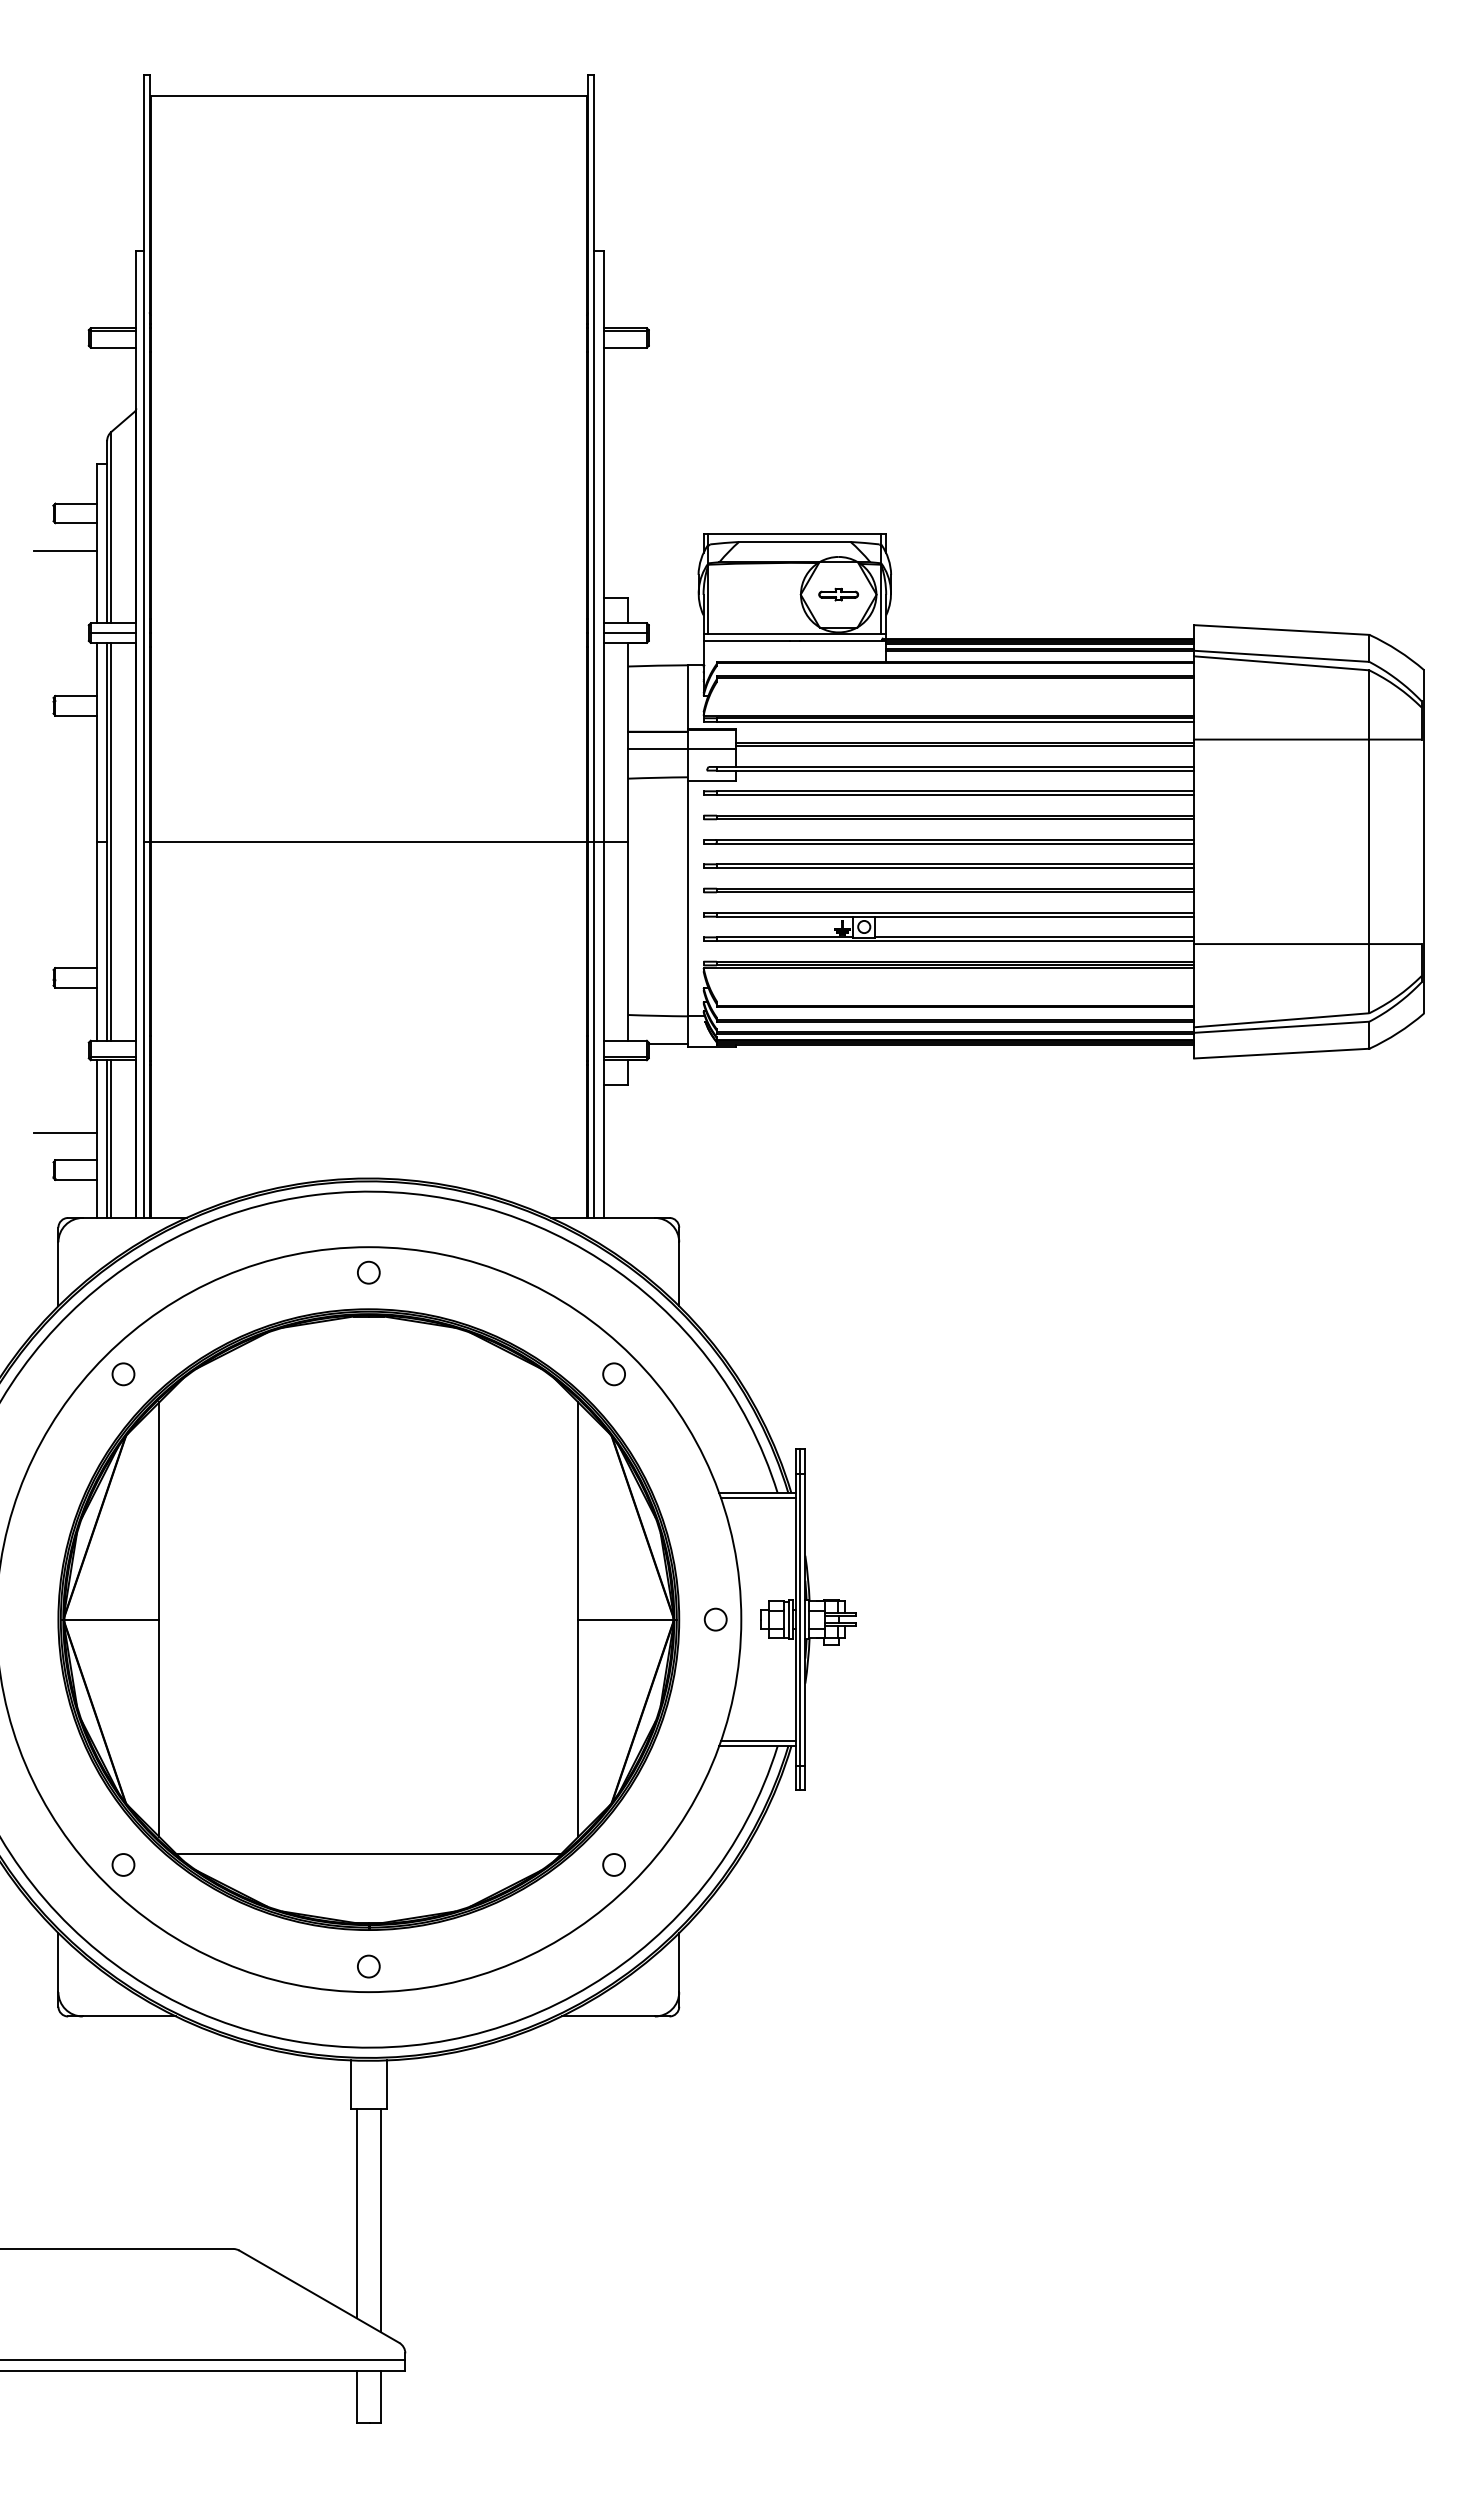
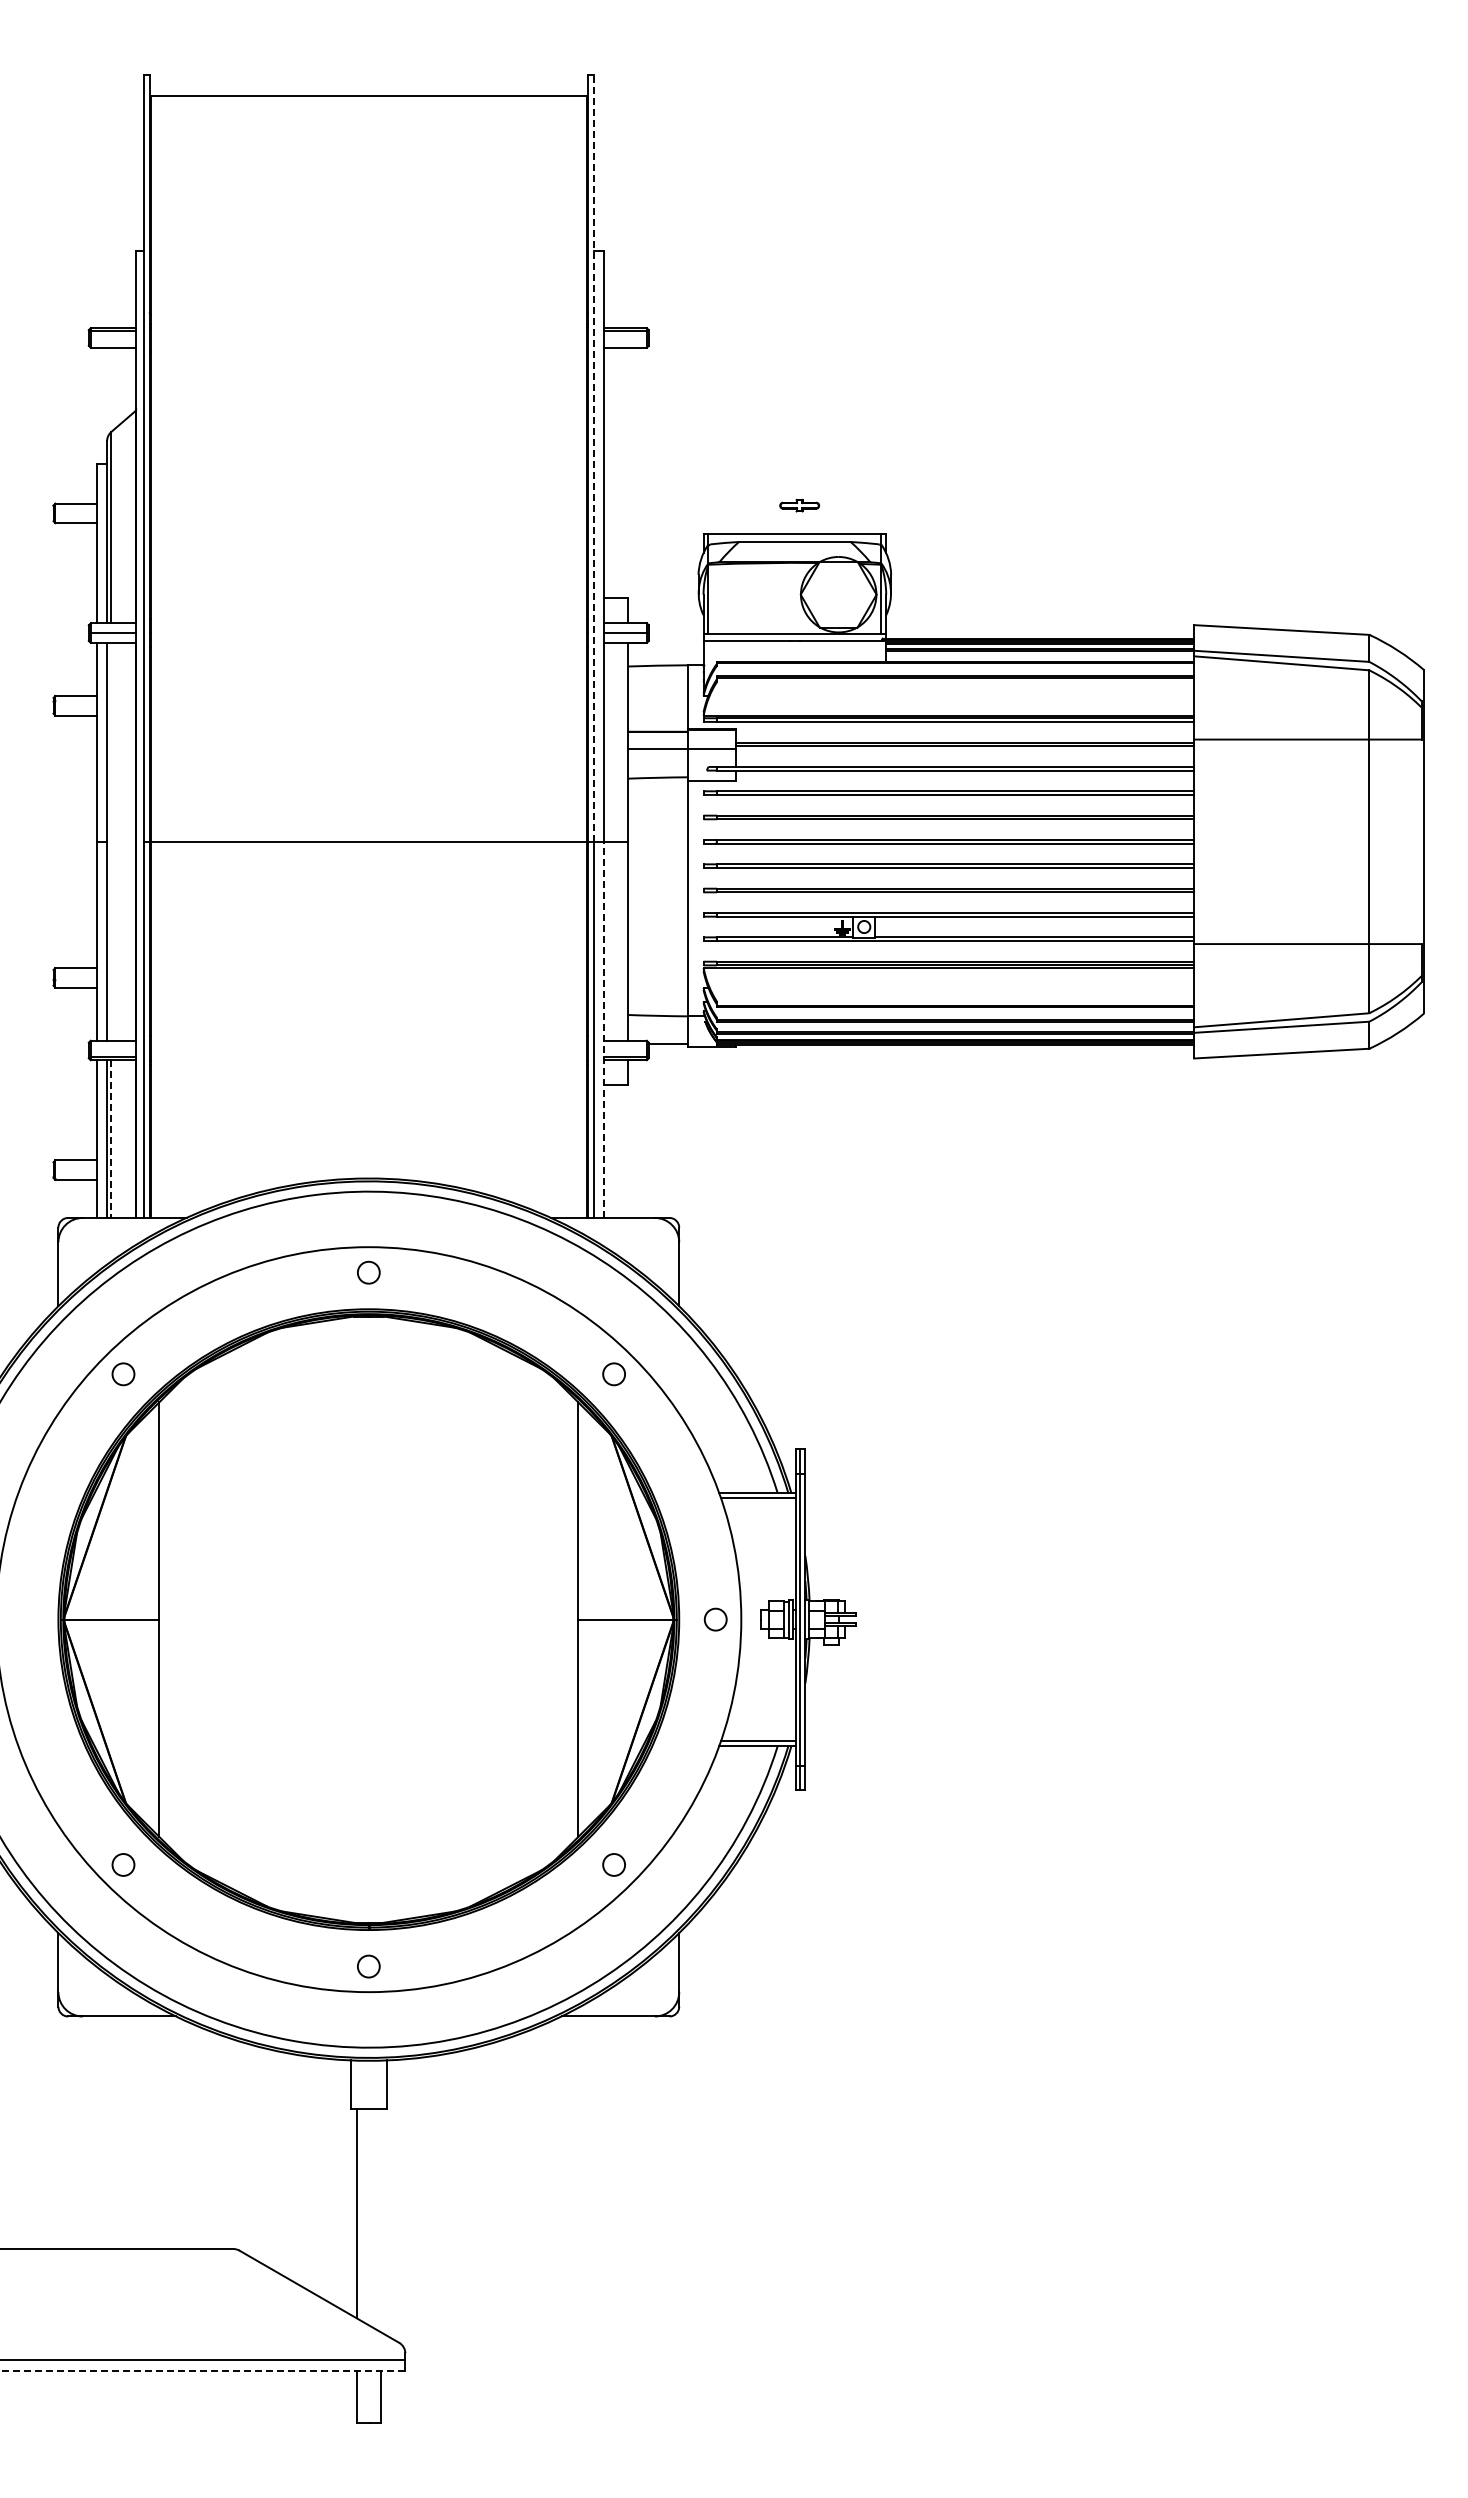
line at (594, 457): solid -> dashed
line at (65, 550): present -> none
part at (838, 594) position: (838, 594) -> (799, 505)
line at (111, 841): present -> none
line at (603, 1029): solid -> dashed
line at (65, 1132): present -> none
line at (111, 1139): solid -> dashed
line at (368, 1854): present -> none
line at (381, 2220): present -> none
line at (202, 2370): solid -> dashed
